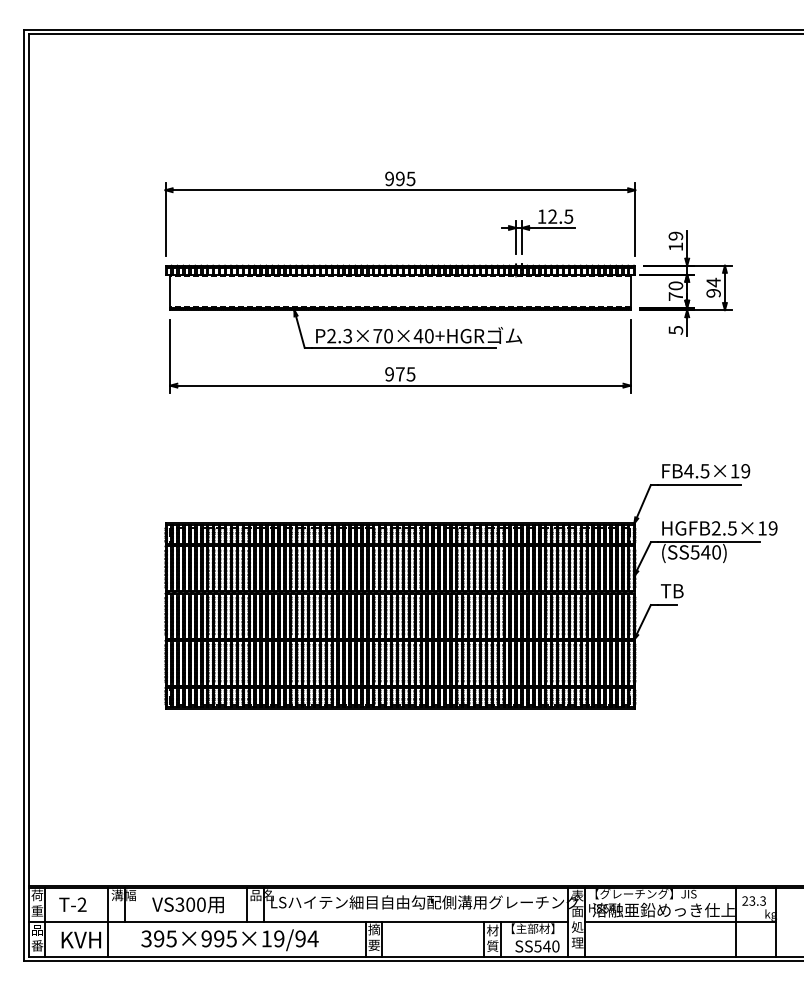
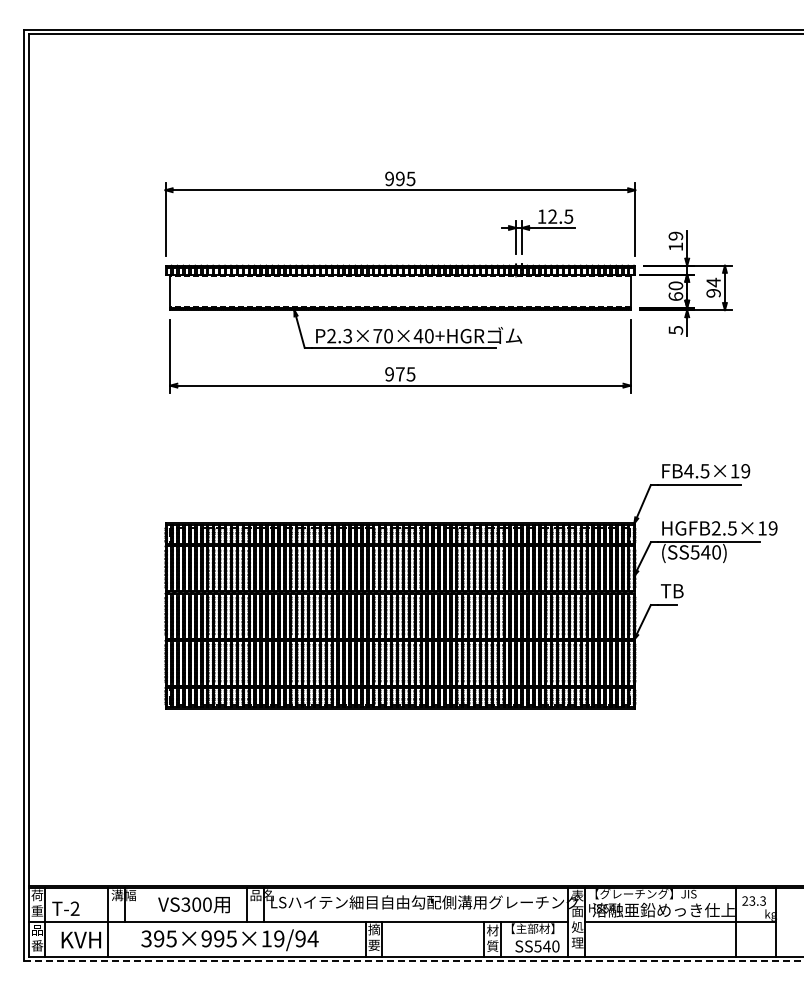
text at (675, 296): 70 -> 60
text at (72, 904) position: (72, 904) -> (65, 908)
text at (187, 905) position: (187, 905) -> (193, 905)
line at (413, 961): solid -> dashed
